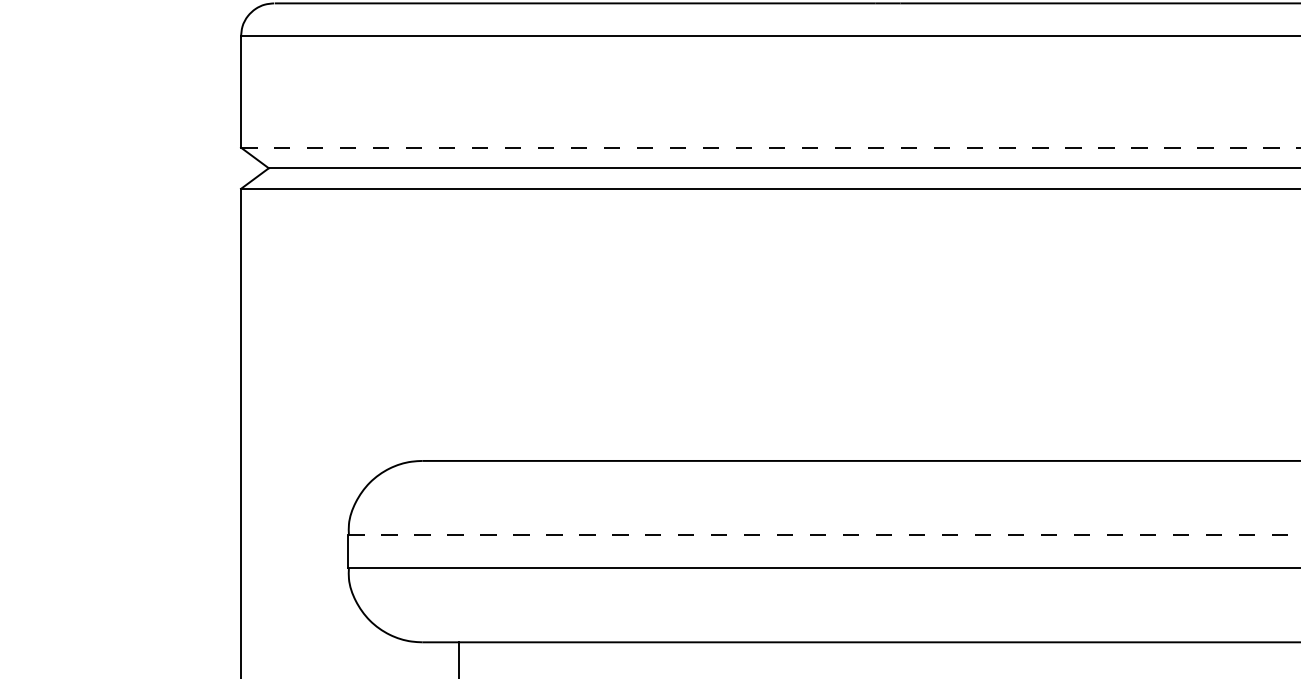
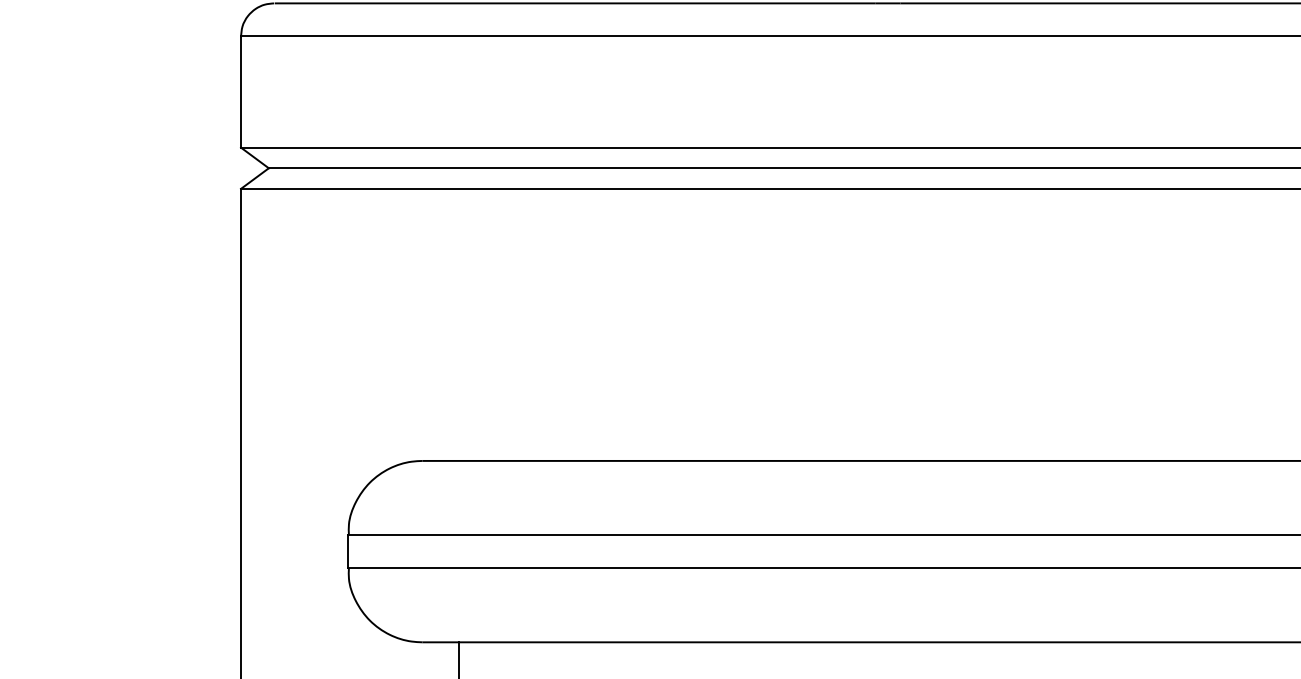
line at (770, 147): dashed -> solid
line at (824, 535): dashed -> solid
